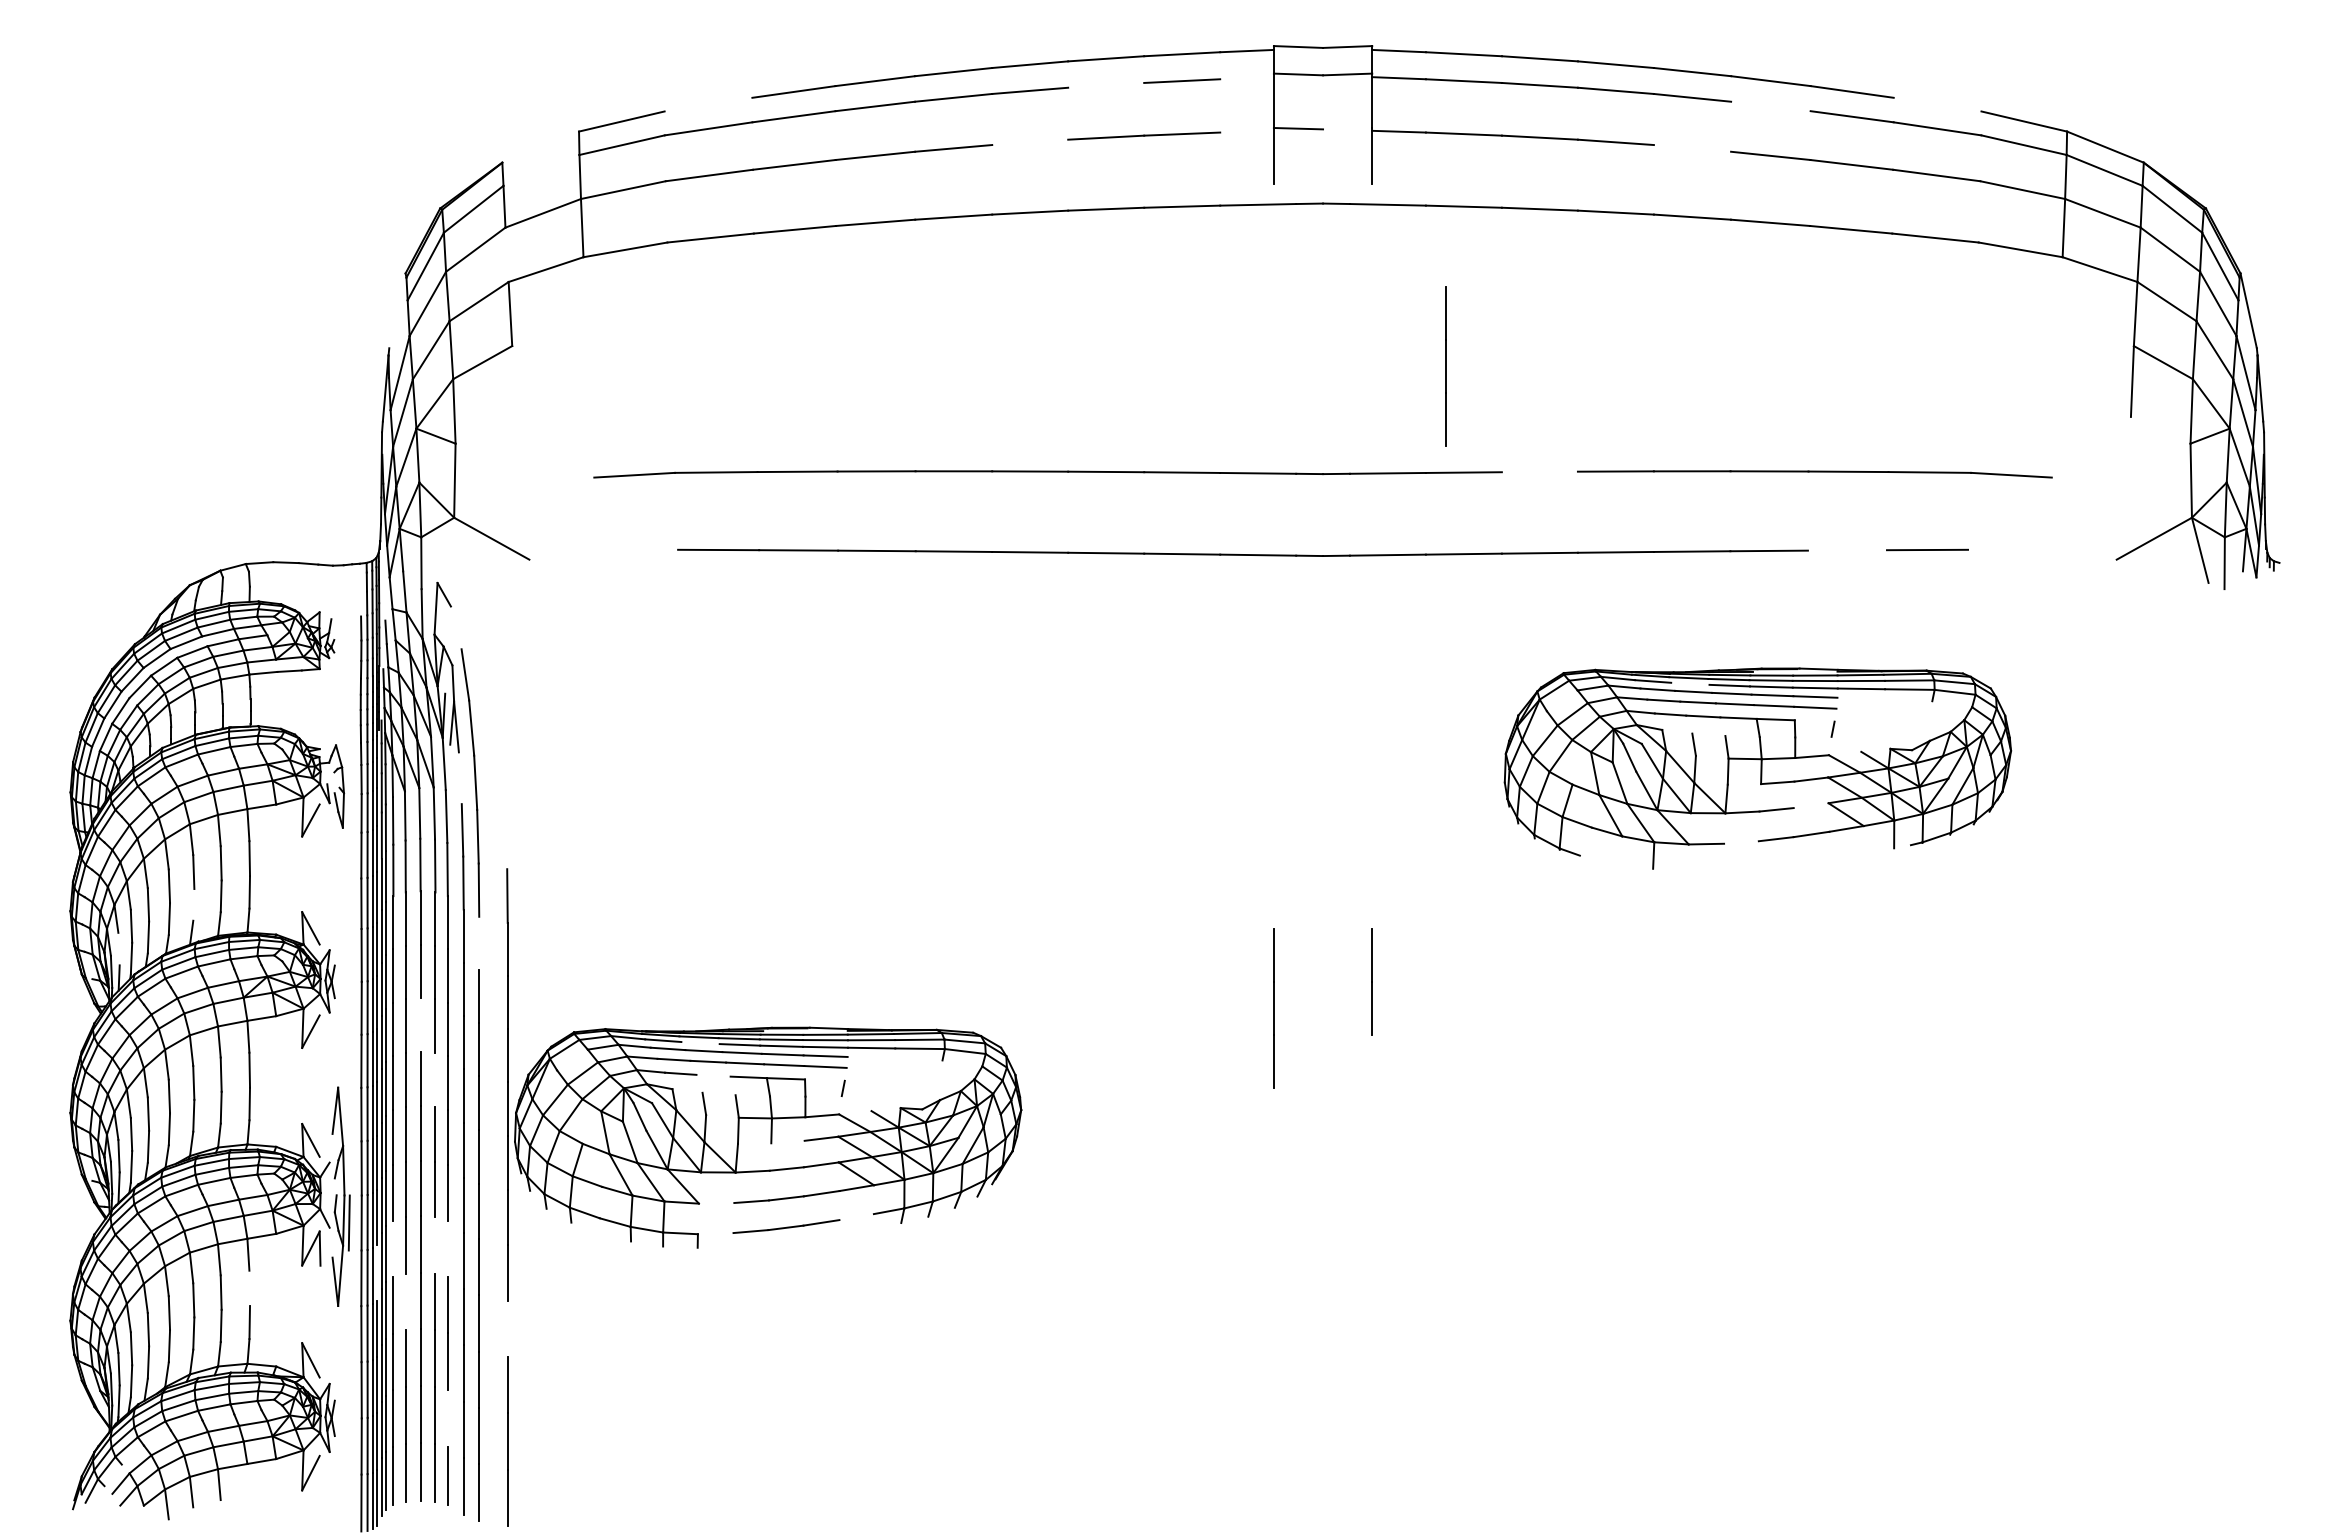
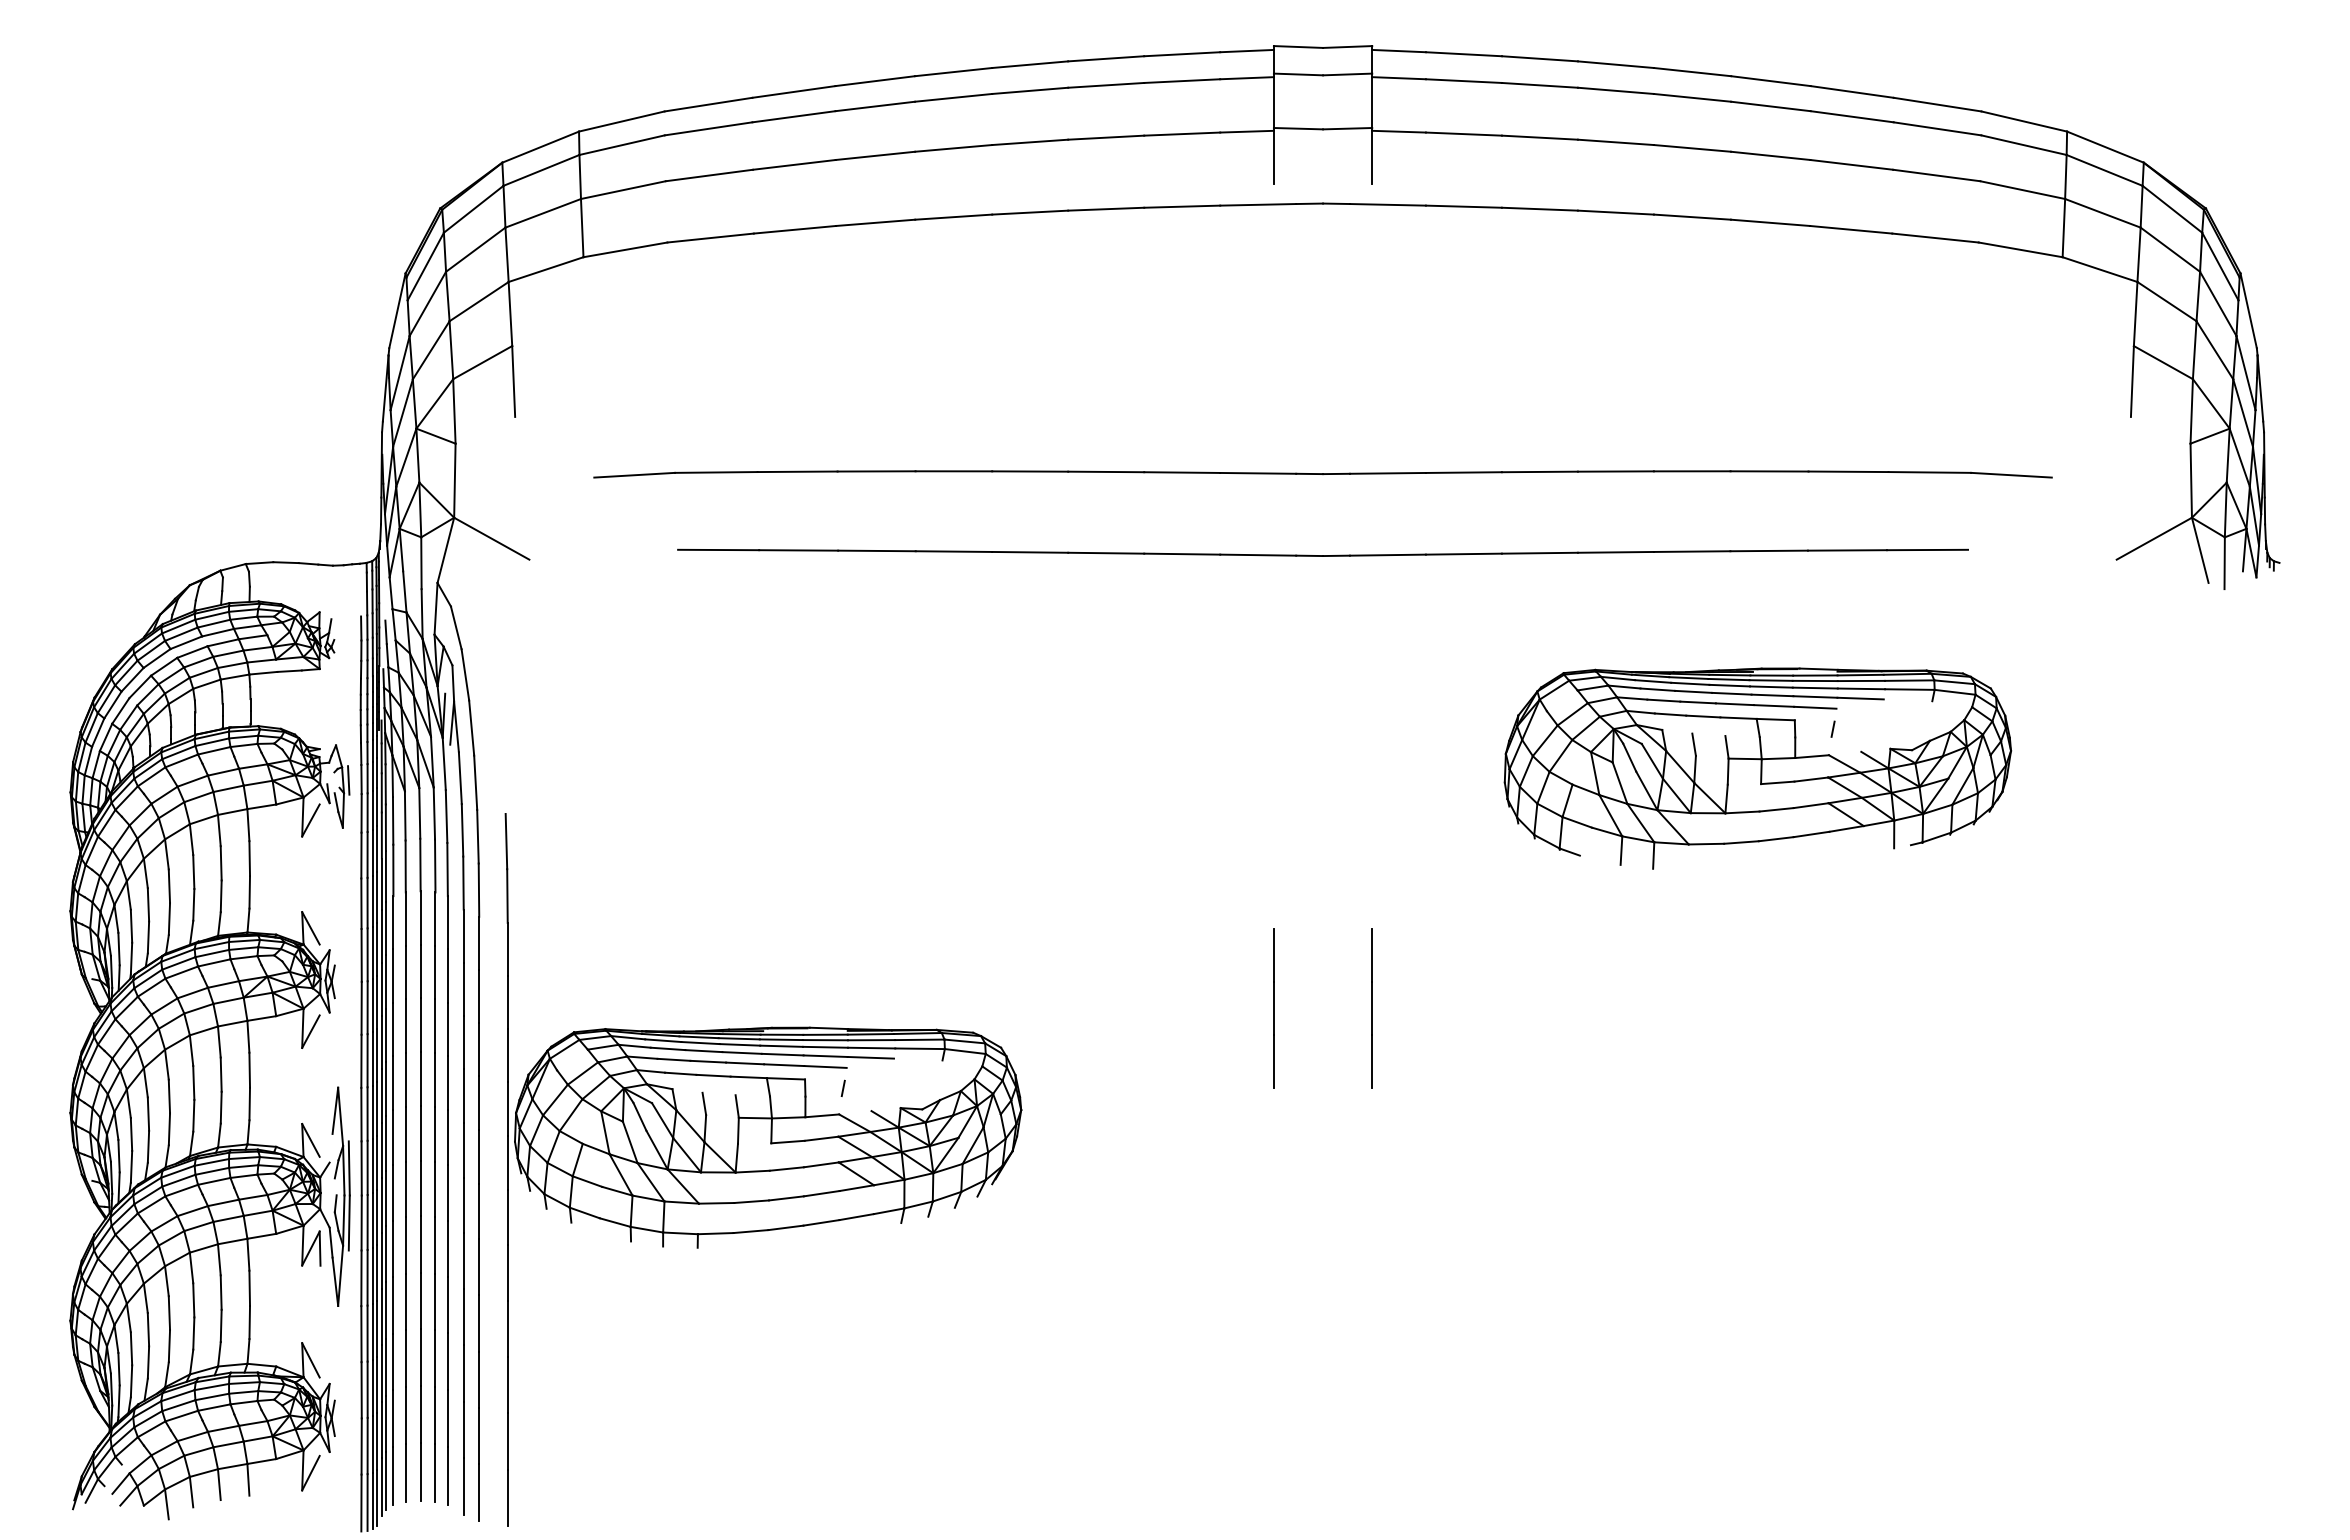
line at (1246, 78): none -> present
line at (1106, 84): none -> present
line at (708, 104): none -> present
line at (1937, 104): none -> present
line at (1770, 106): none -> present
line at (1347, 128): none -> present
line at (1246, 131): none -> present
line at (1030, 142): none -> present
line at (540, 146): none -> present
line at (1692, 148): none -> present
line at (541, 169): none -> present
line at (506, 254): none -> present
line at (397, 310): none -> present
line at (1445, 366): present -> none
line at (513, 381): none -> present
line at (1539, 471): none -> present
line at (445, 549): none -> present
line at (1846, 550): none -> present
line at (455, 627): none -> present
line at (1690, 683): none -> present
line at (1860, 698): none -> present
line at (459, 778): none -> present
line at (348, 780): none -> present
line at (1810, 805): none -> present
line at (506, 841): none -> present
line at (1741, 842): none -> present
line at (1621, 850): none -> present
line at (193, 904): none -> present
line at (479, 942): none -> present
line at (118, 948): none -> present
line at (420, 1024): none -> present
line at (700, 1043): none -> present
line at (870, 1057): none -> present
line at (1372, 1060): none -> present
line at (713, 1075): none -> present
line at (435, 1079): none -> present
line at (787, 1141): none -> present
line at (348, 1168): none -> present
line at (716, 1203): none -> present
line at (856, 1217): none -> present
line at (715, 1233): none -> present
line at (330, 1242): none -> present
line at (435, 1245): none -> present
line at (393, 1248): none -> present
line at (447, 1248): none -> present
line at (376, 1272): none -> present
line at (249, 1288): none -> present
line at (405, 1301): none -> present
line at (507, 1328): none -> present
line at (447, 1418): none -> present
line at (248, 1479): none -> present
